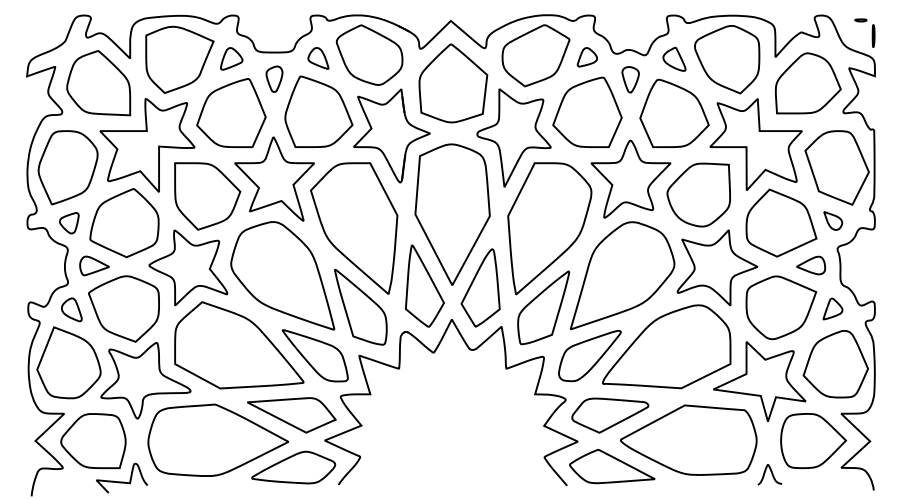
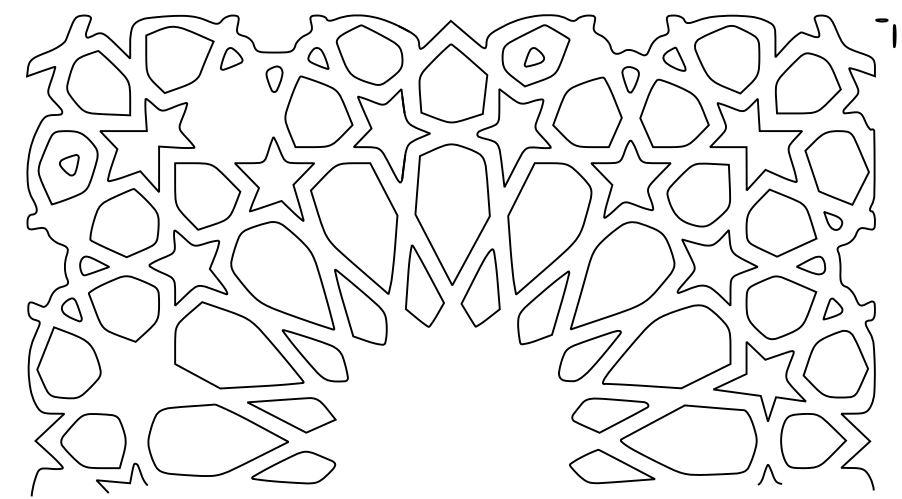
part at (871, 32) position: (871, 32) -> (892, 32)
part at (586, 57) position: (586, 57) -> (533, 57)
part at (231, 112): present -> none
part at (69, 223) position: (69, 223) -> (69, 165)
part at (434, 353): present -> none
part at (145, 380): present -> none
